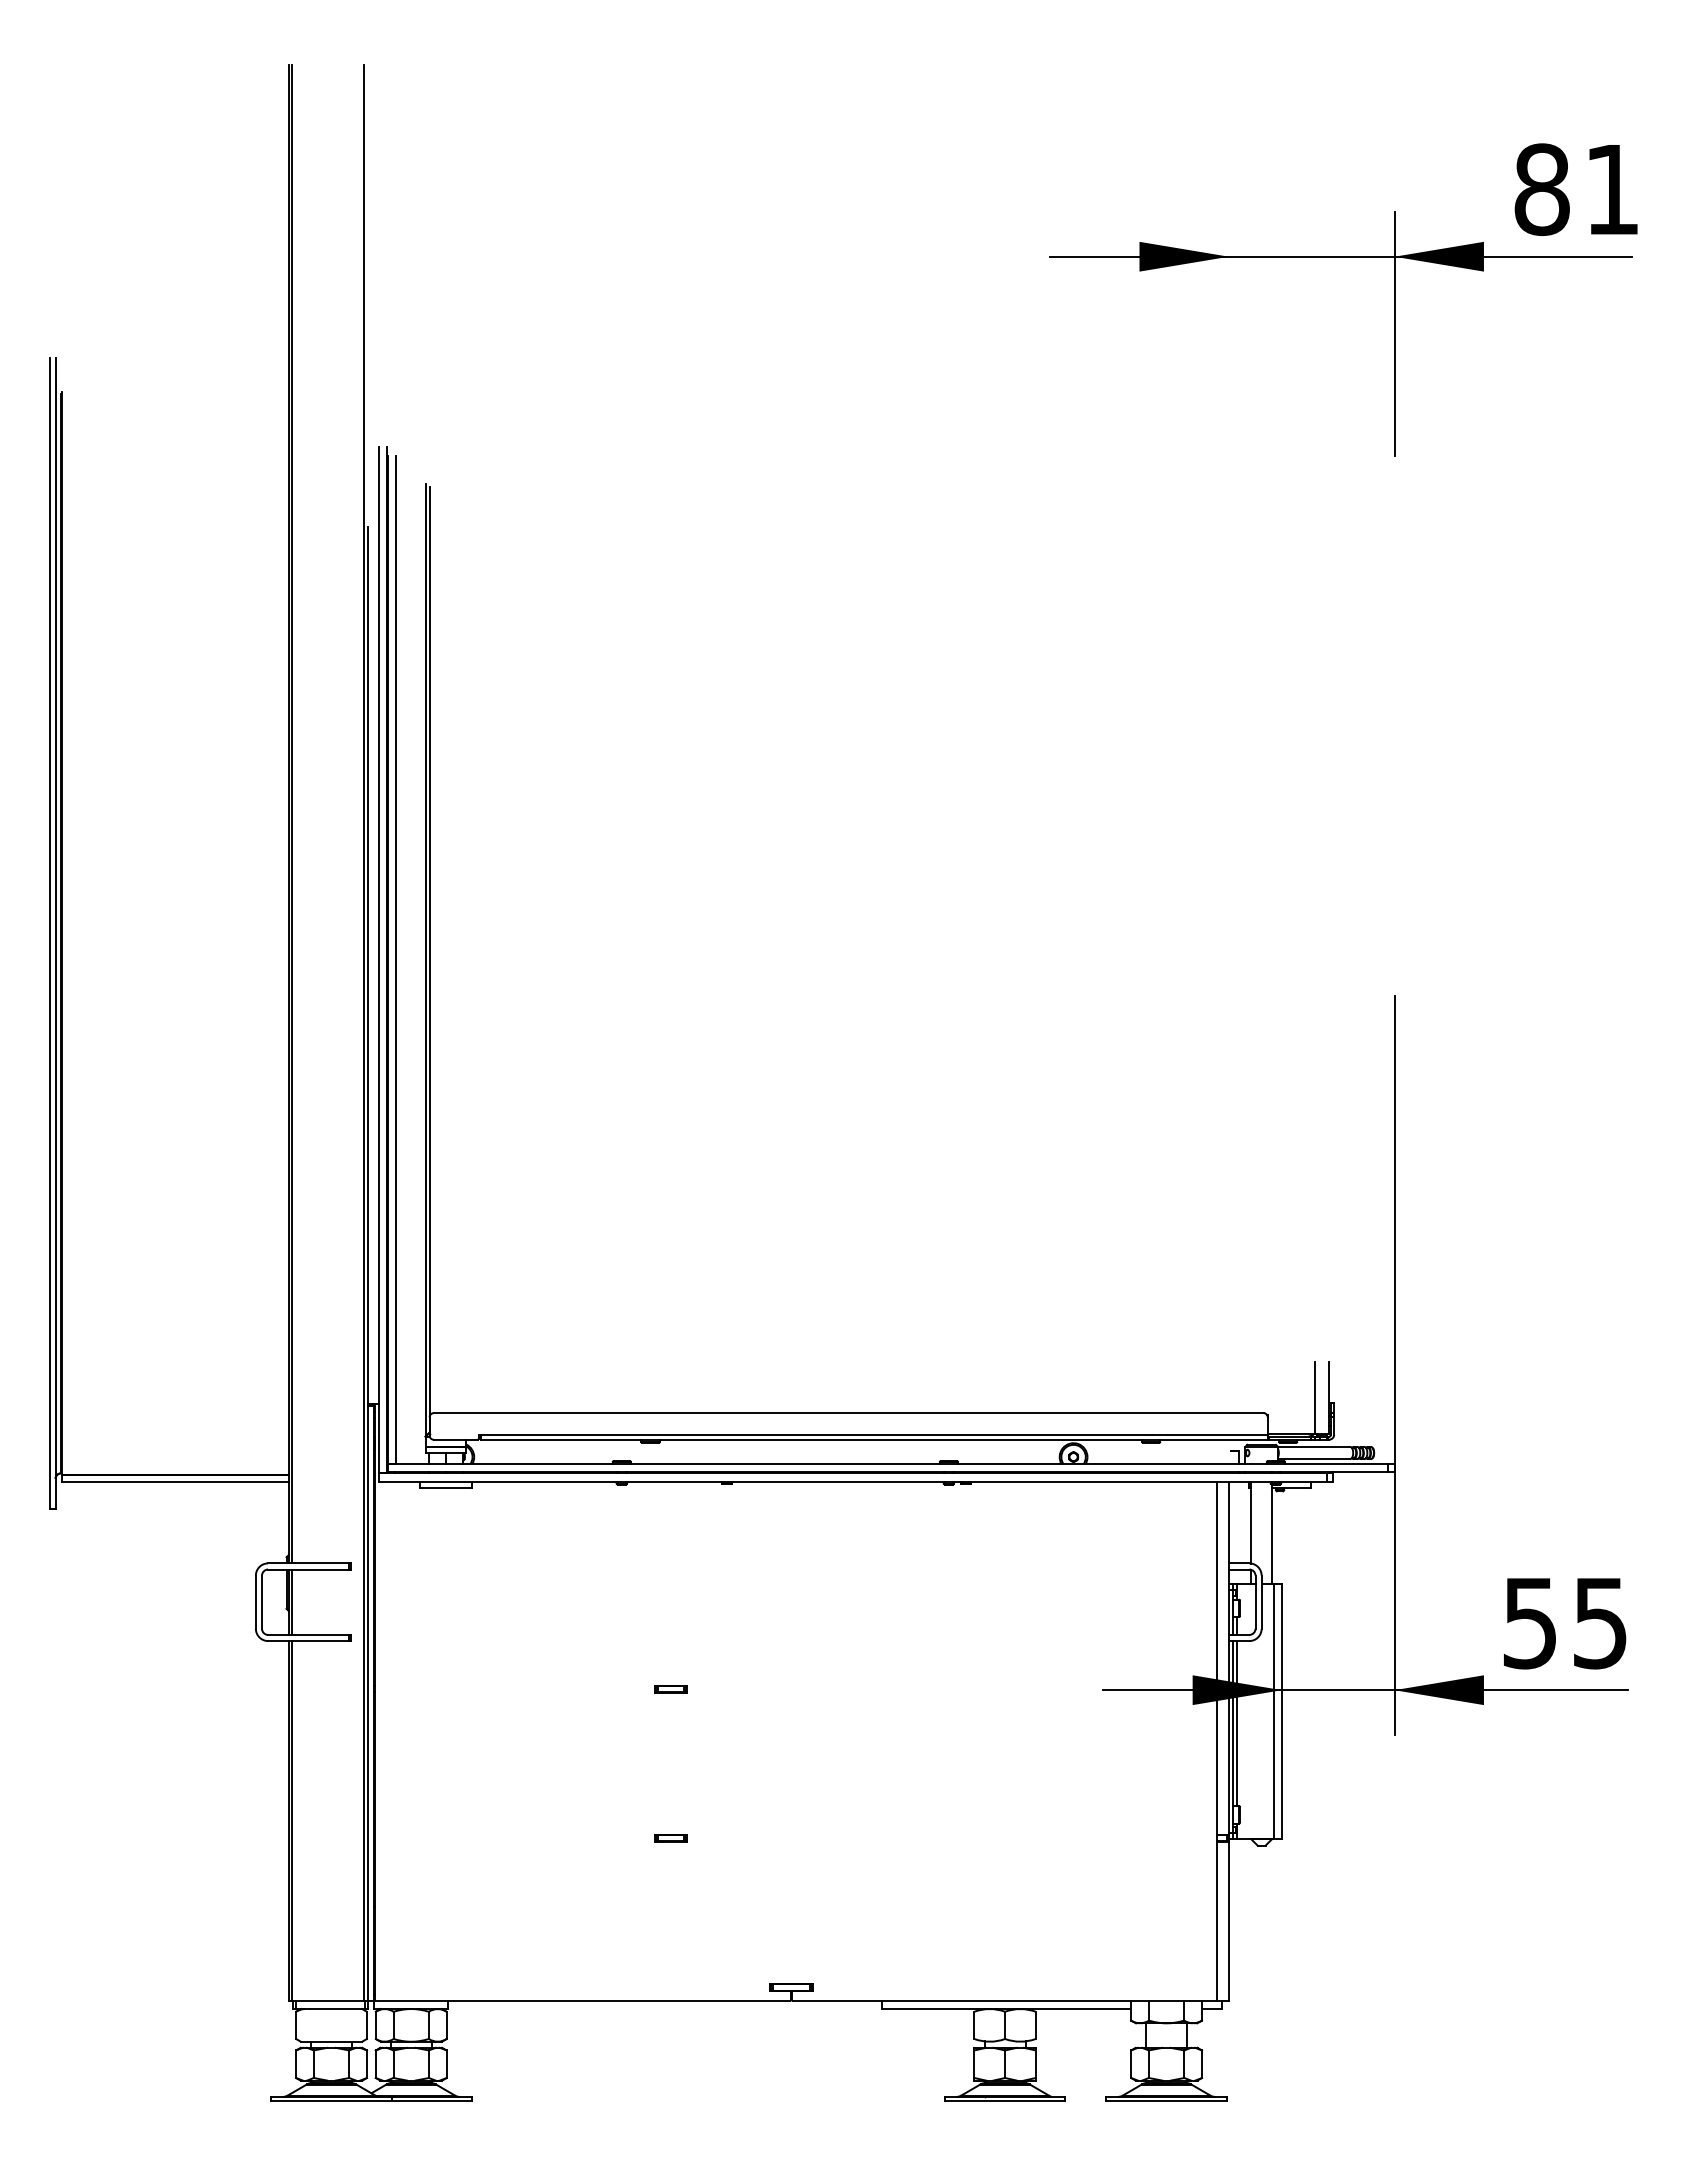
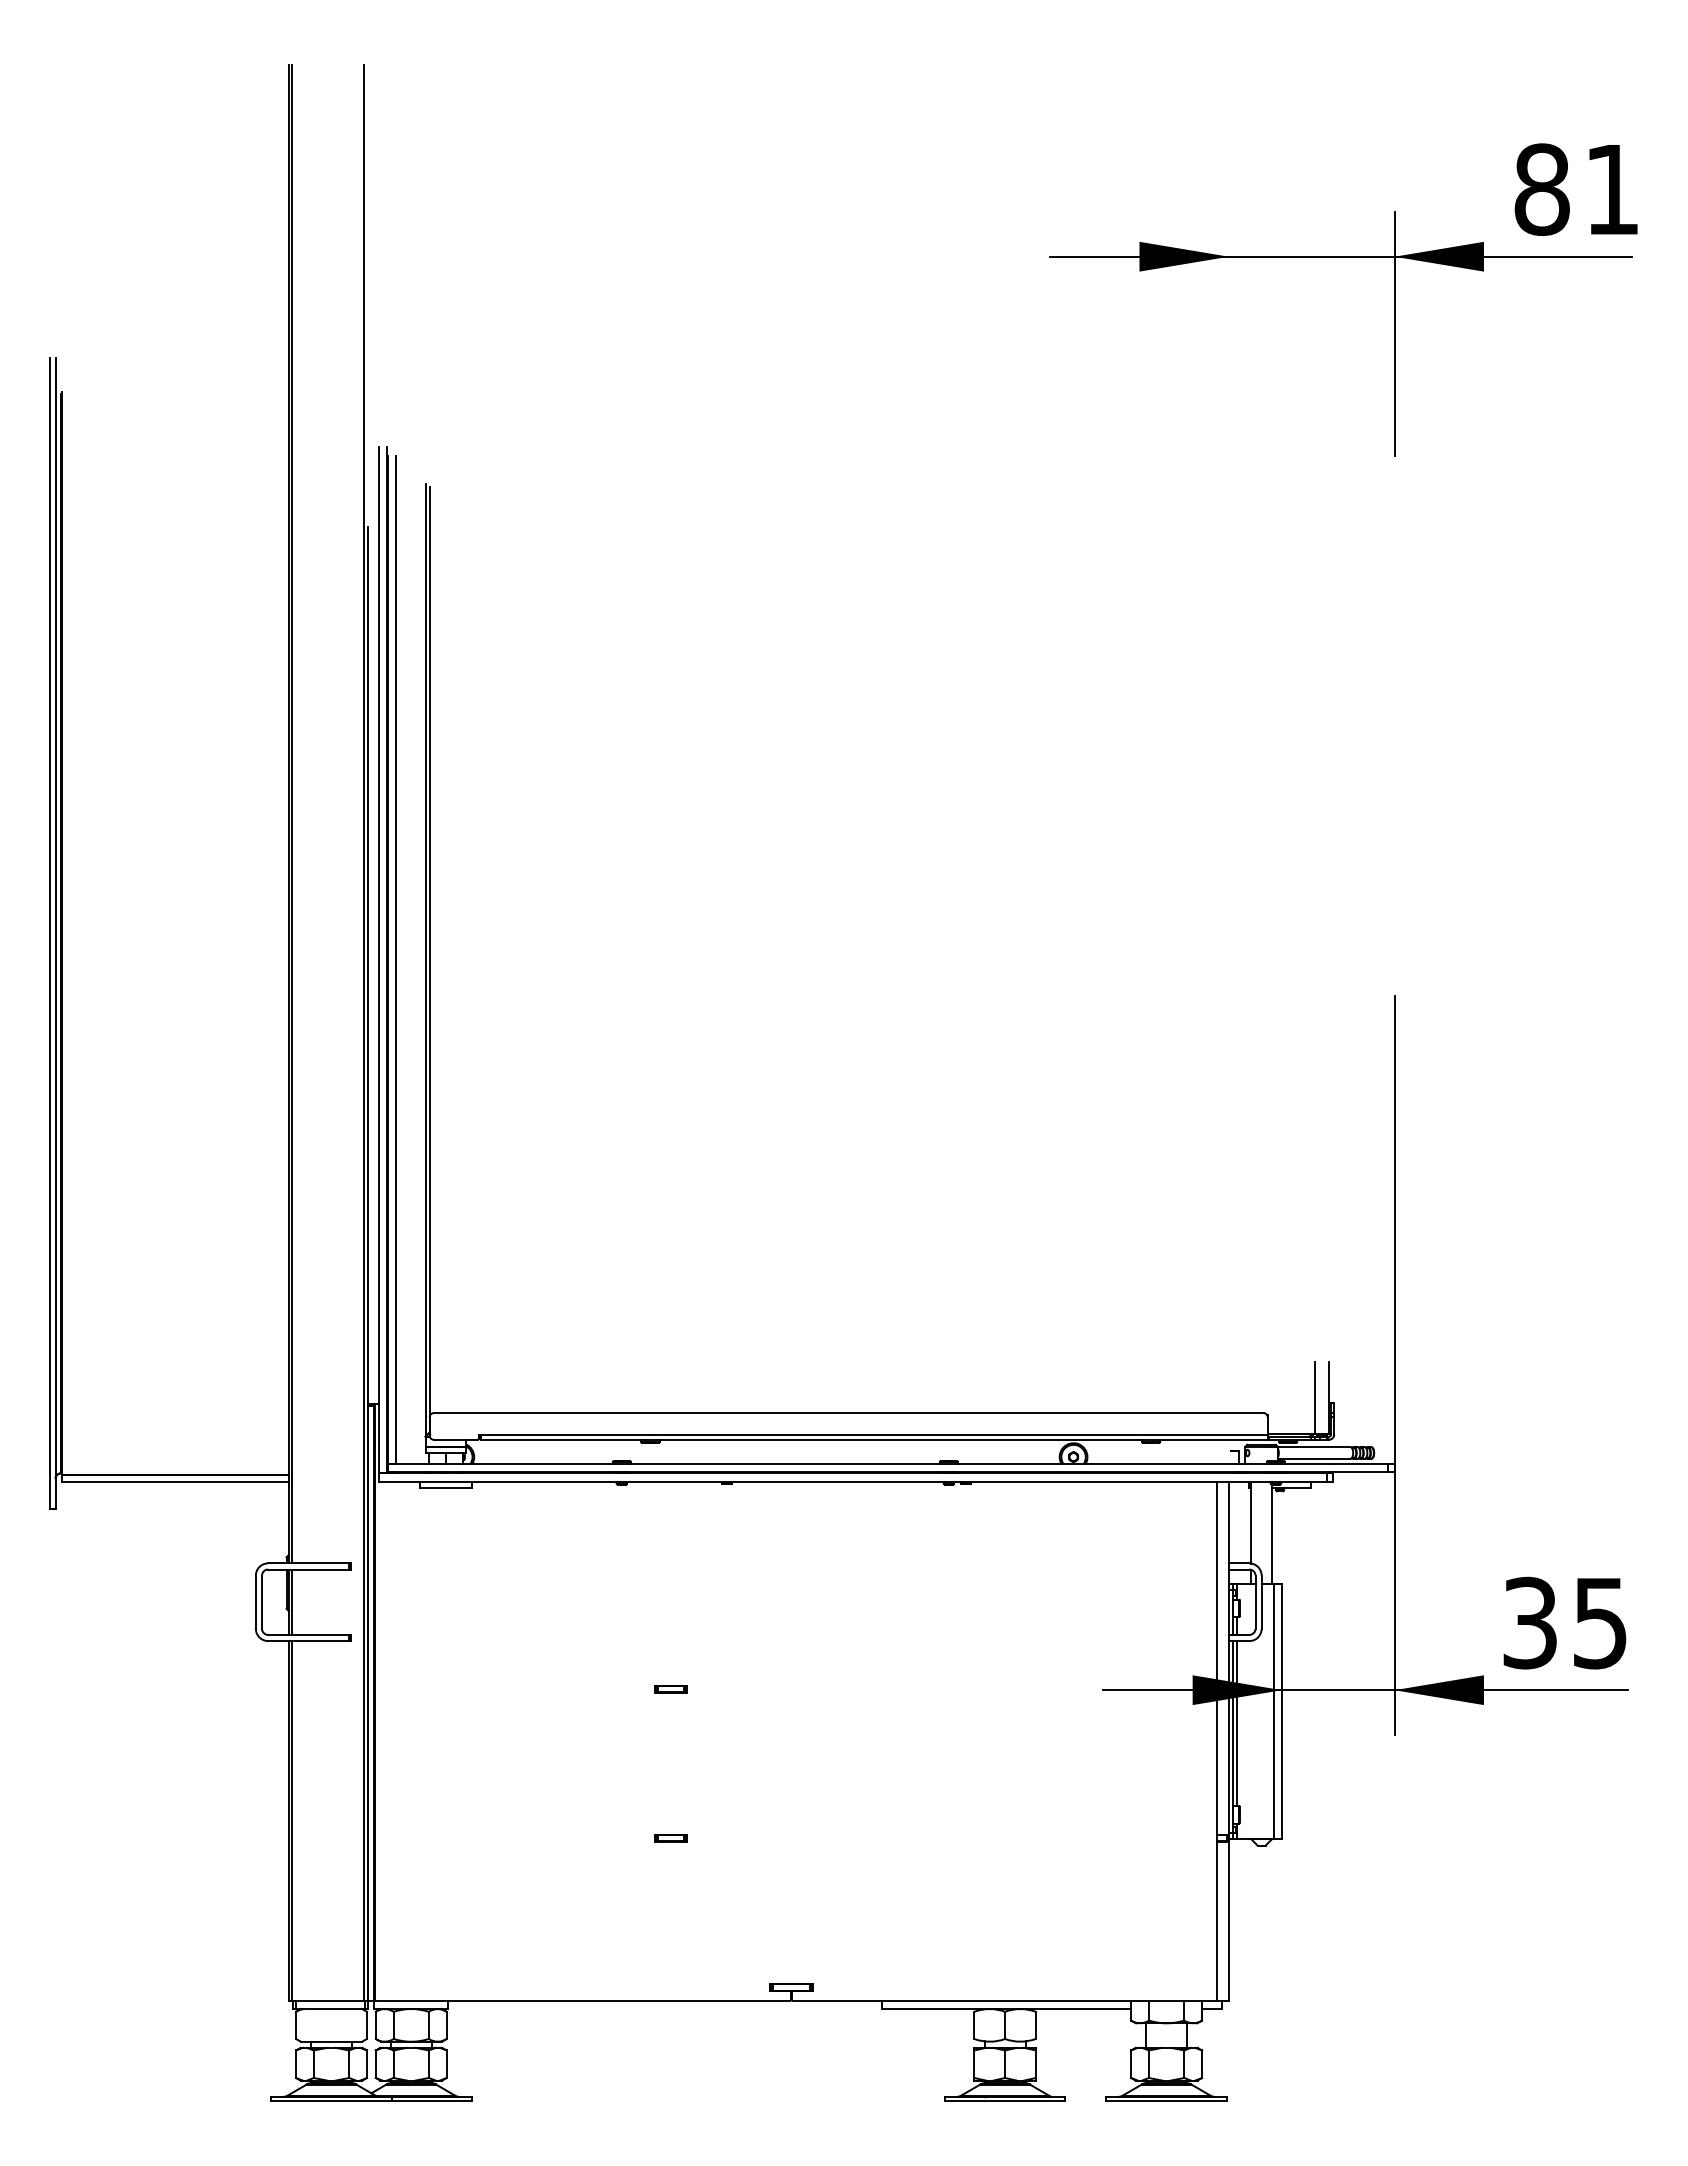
text at (1529, 1622): 55 -> 35
